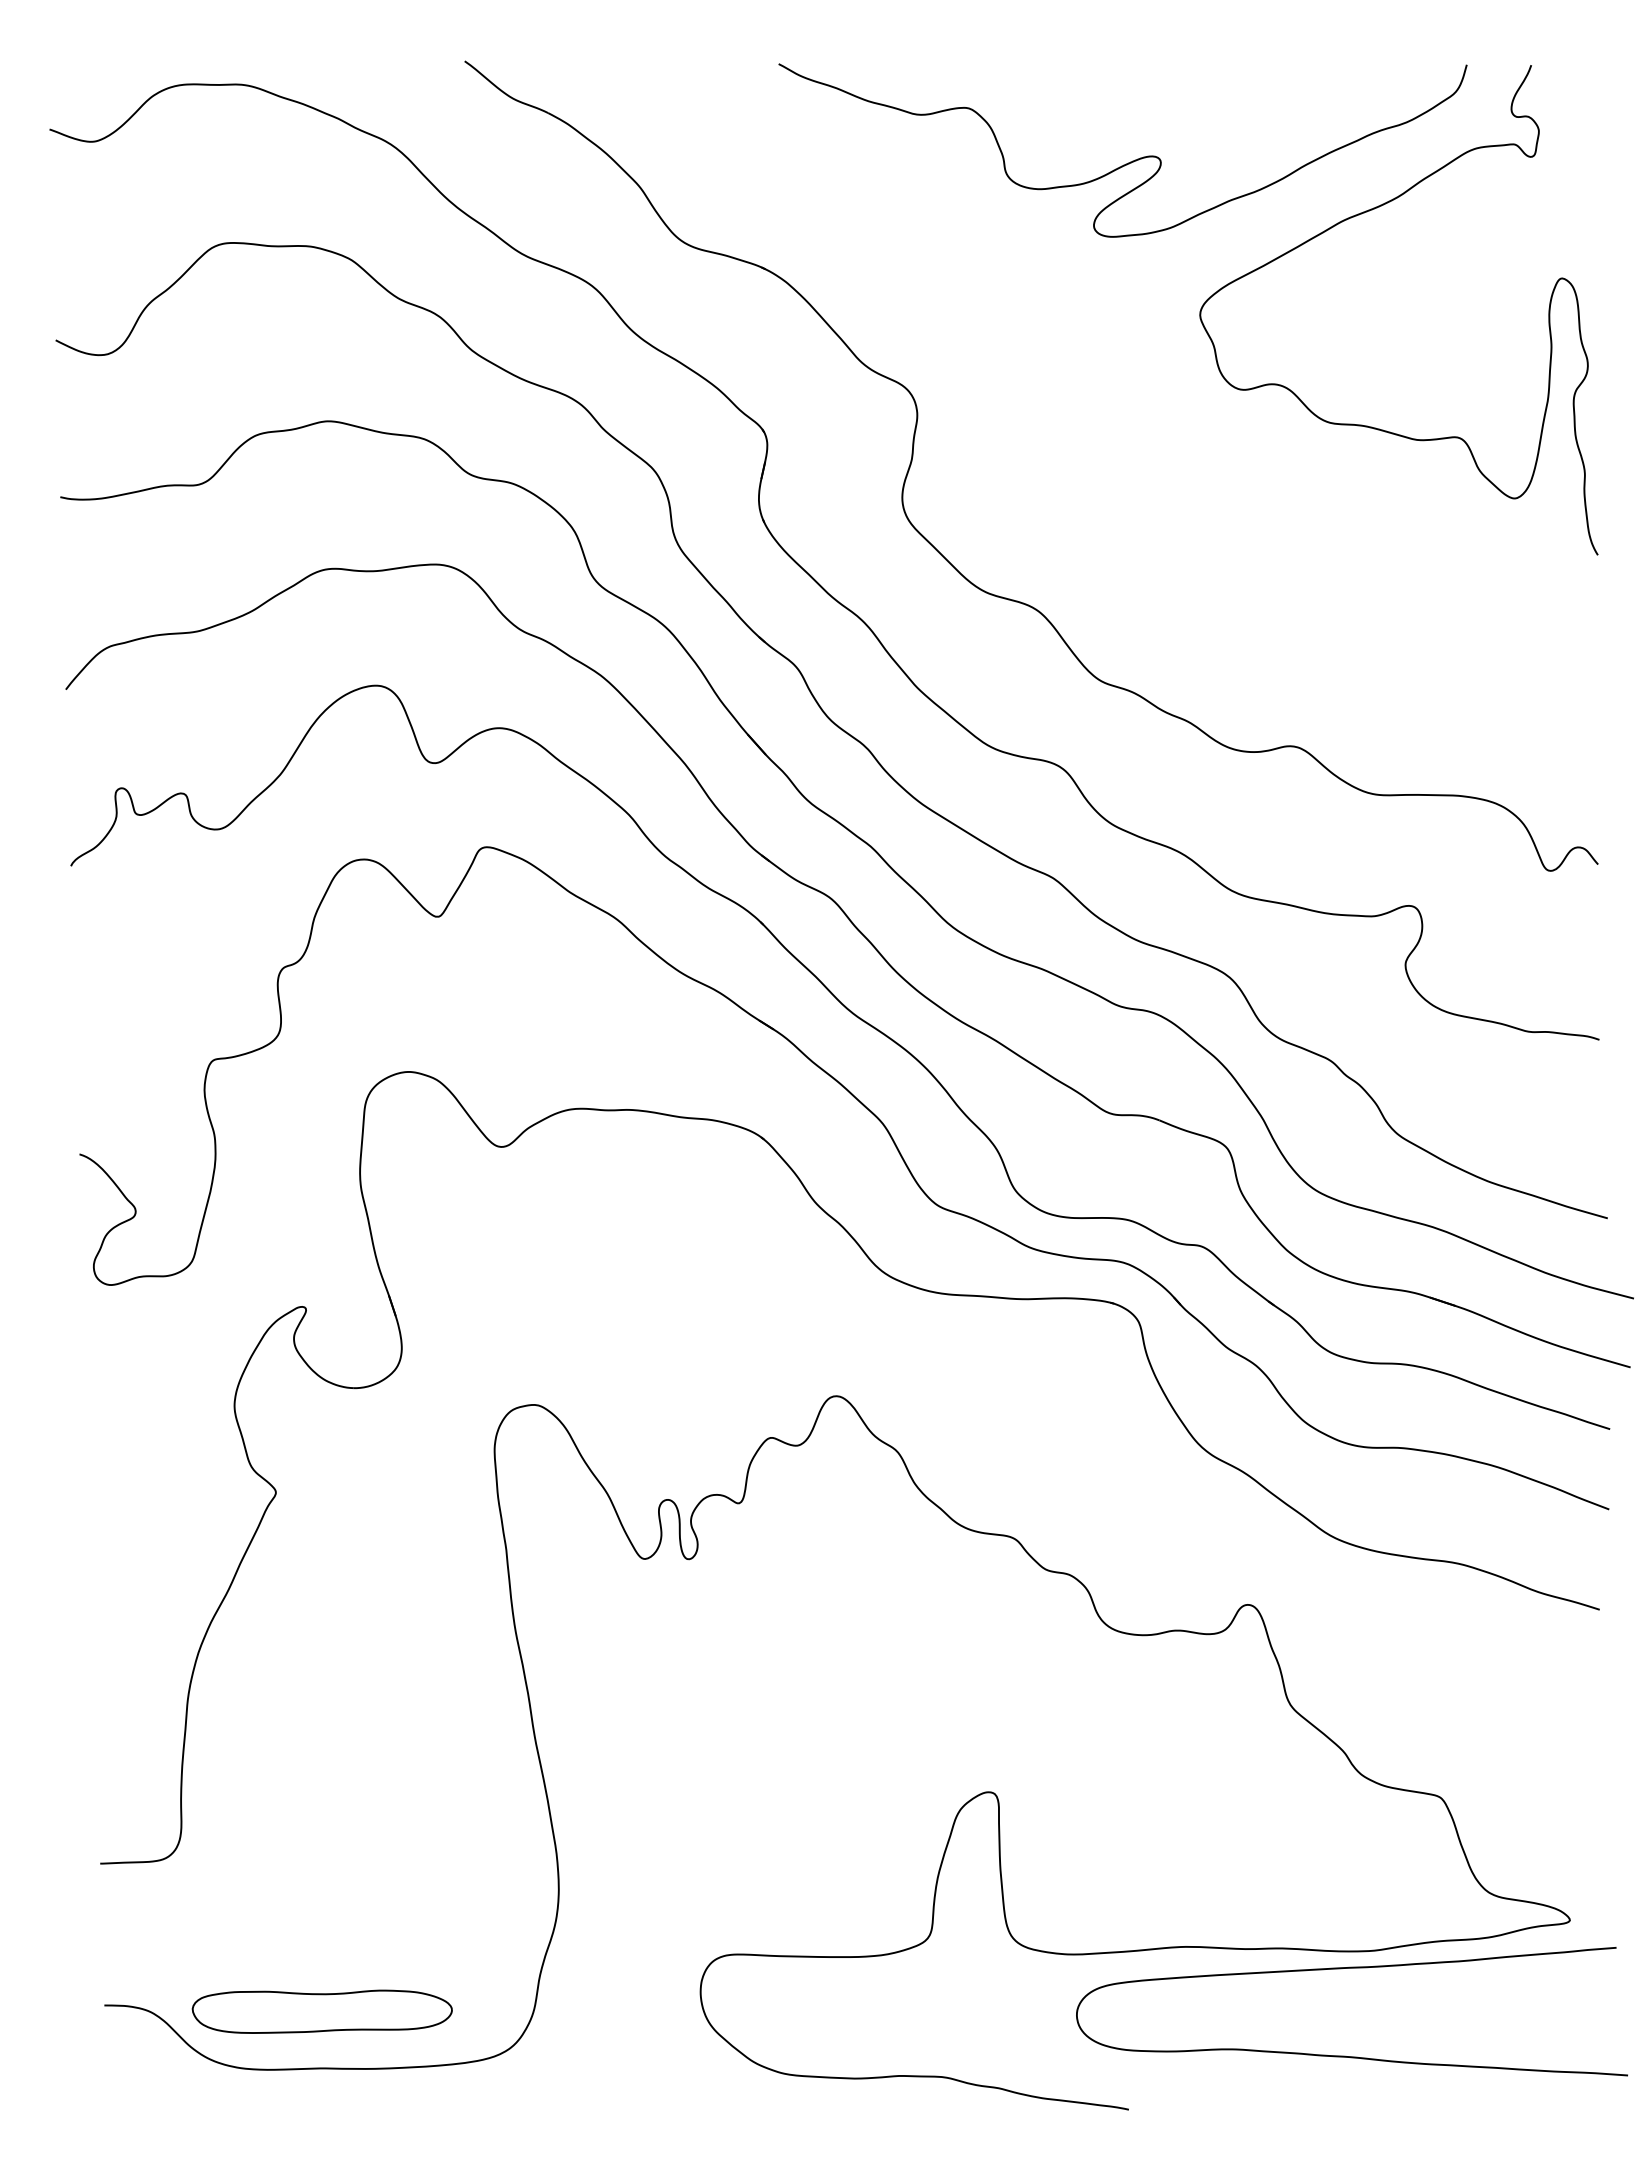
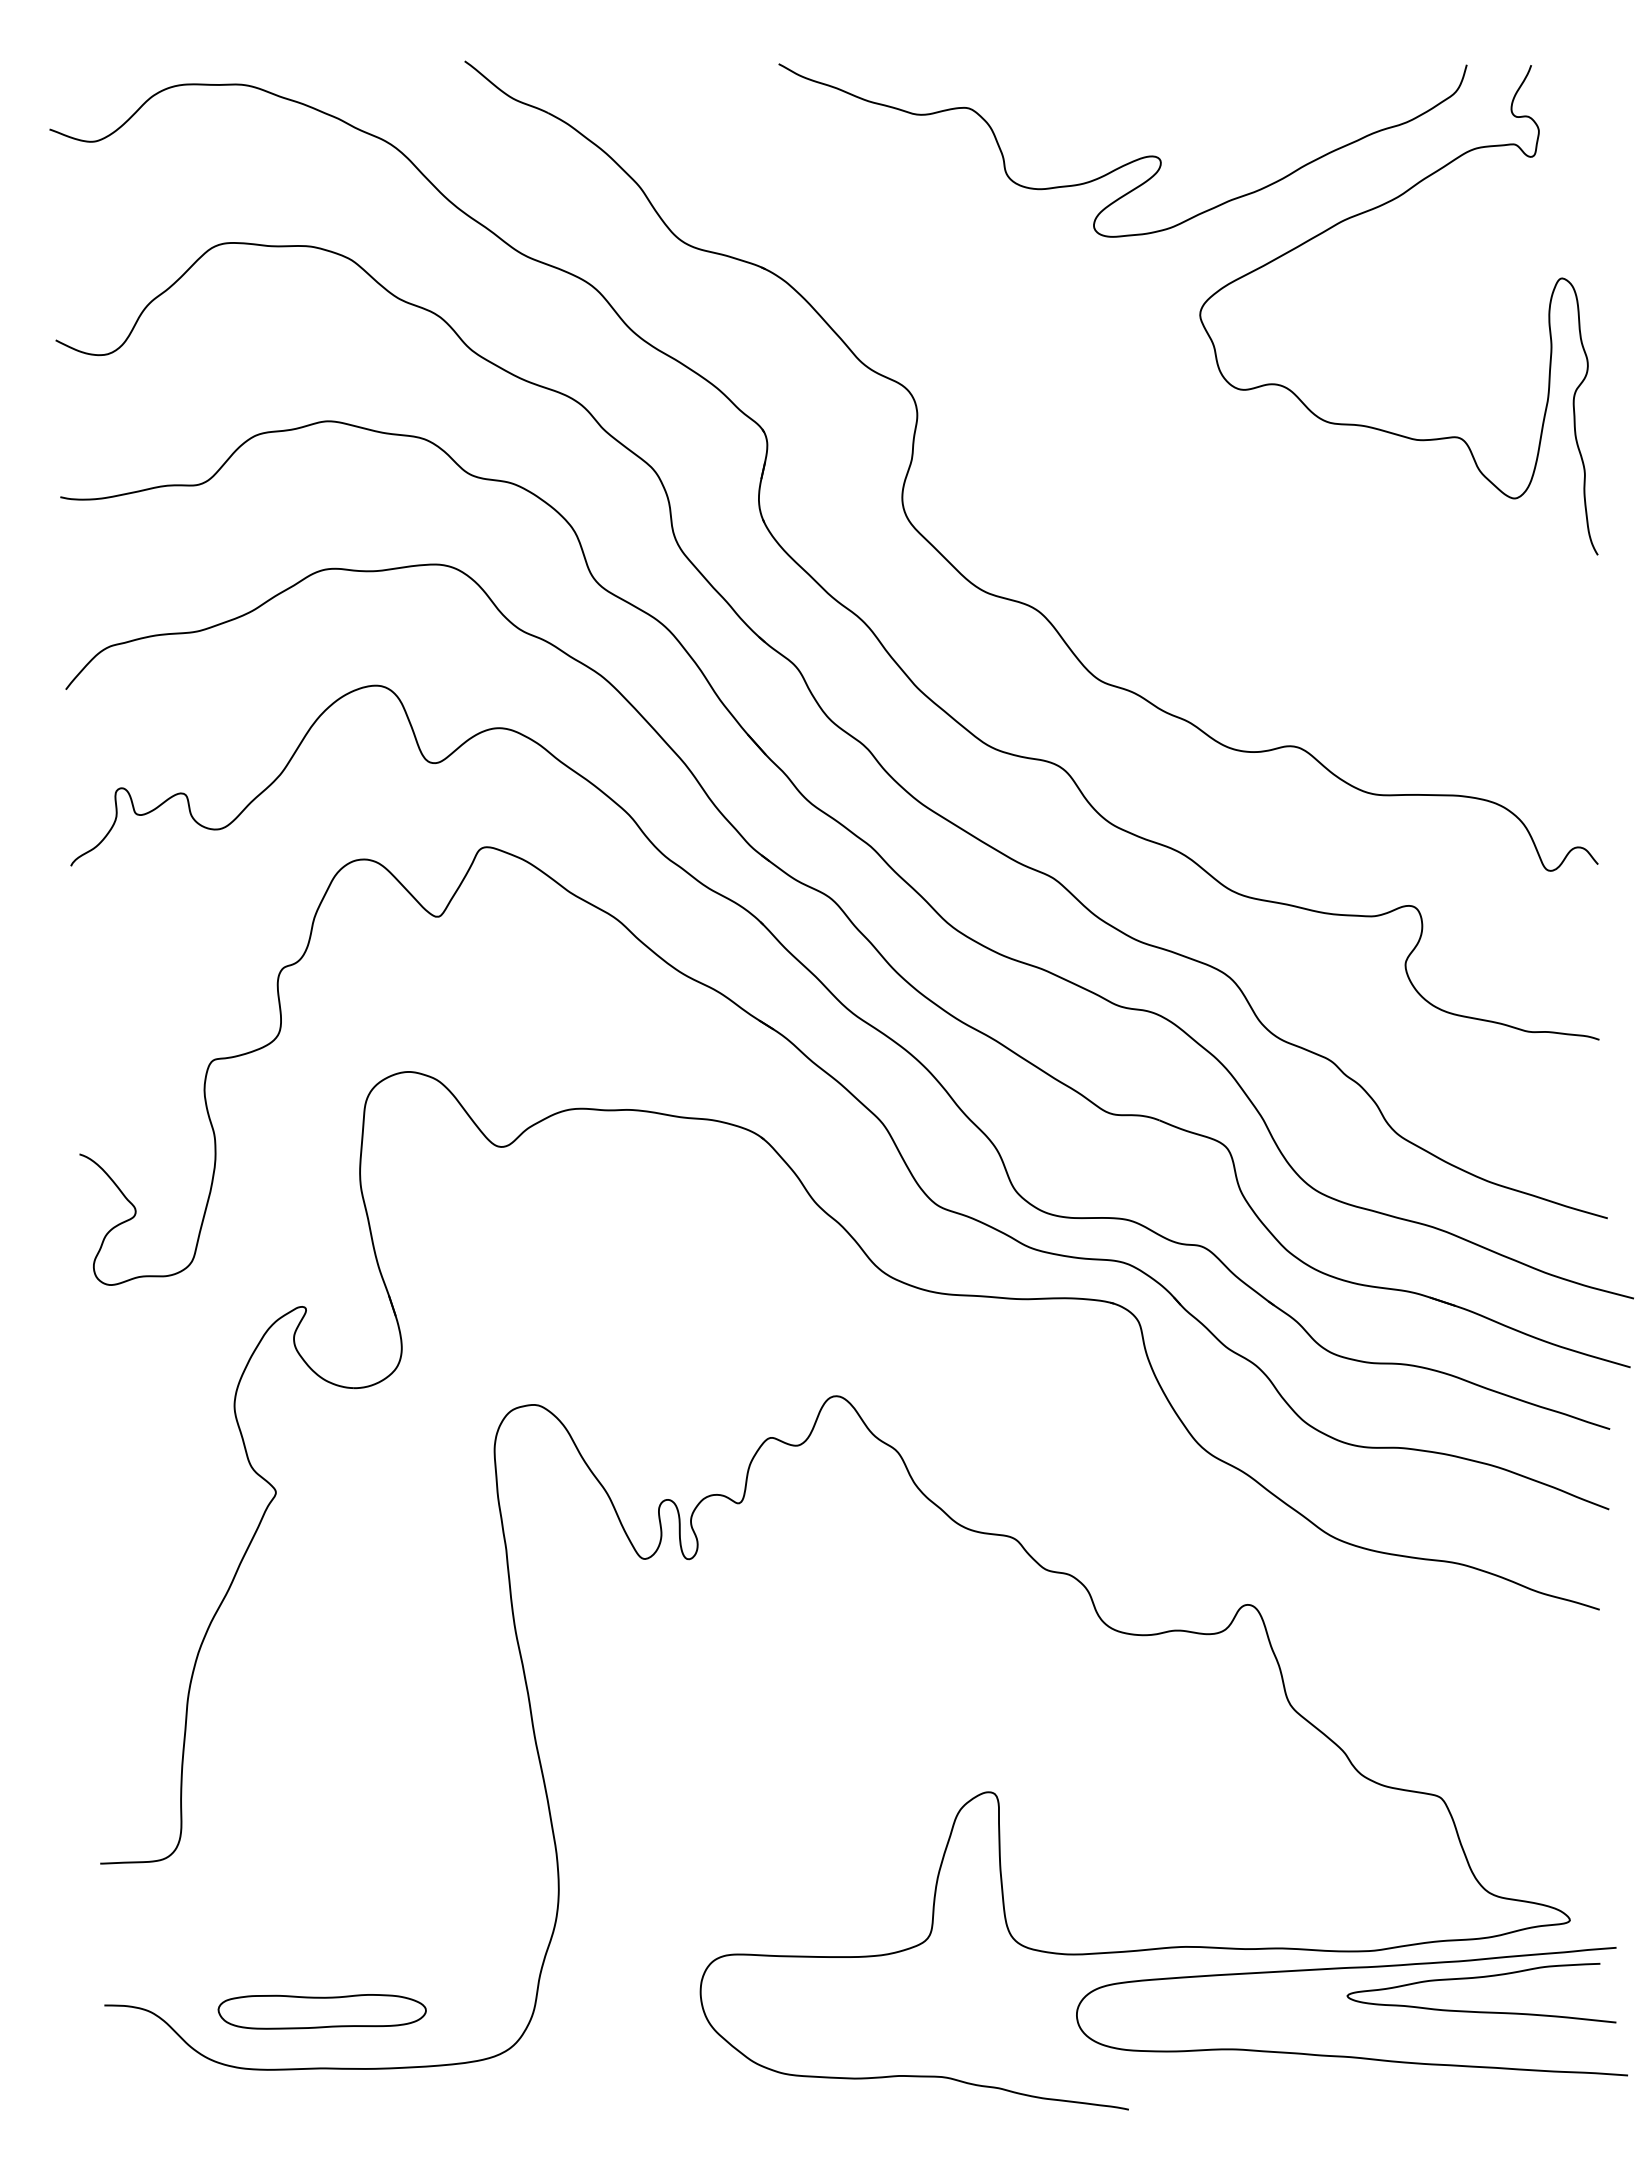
curve at (1480, 1978): none -> present
part at (321, 2011) size: 262x45 px -> 210x36 px
